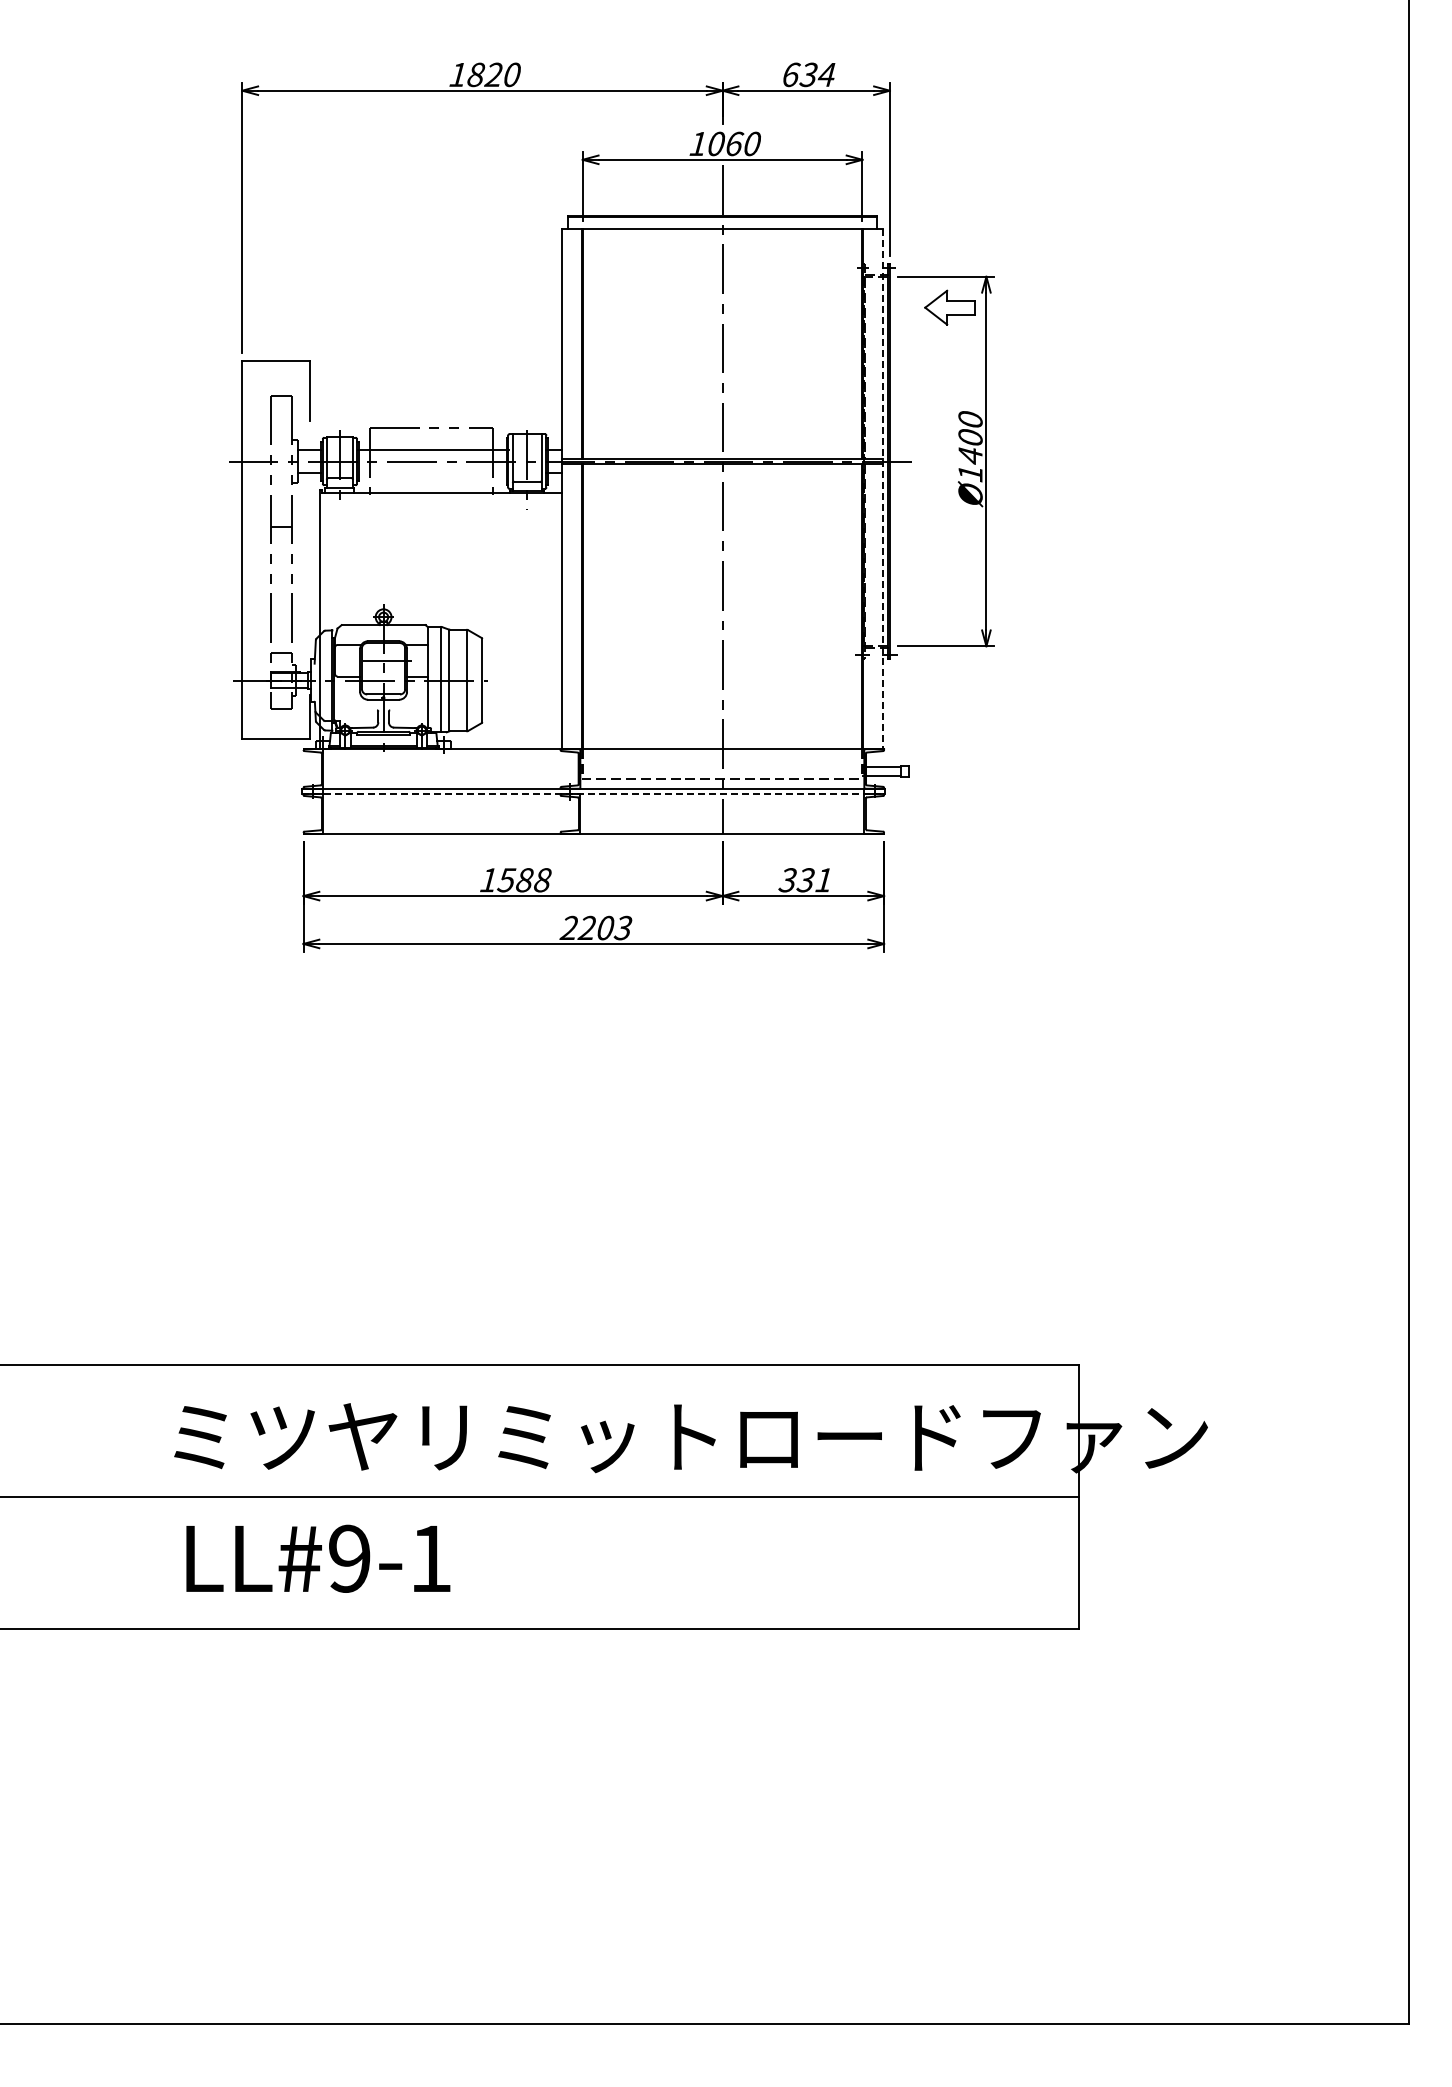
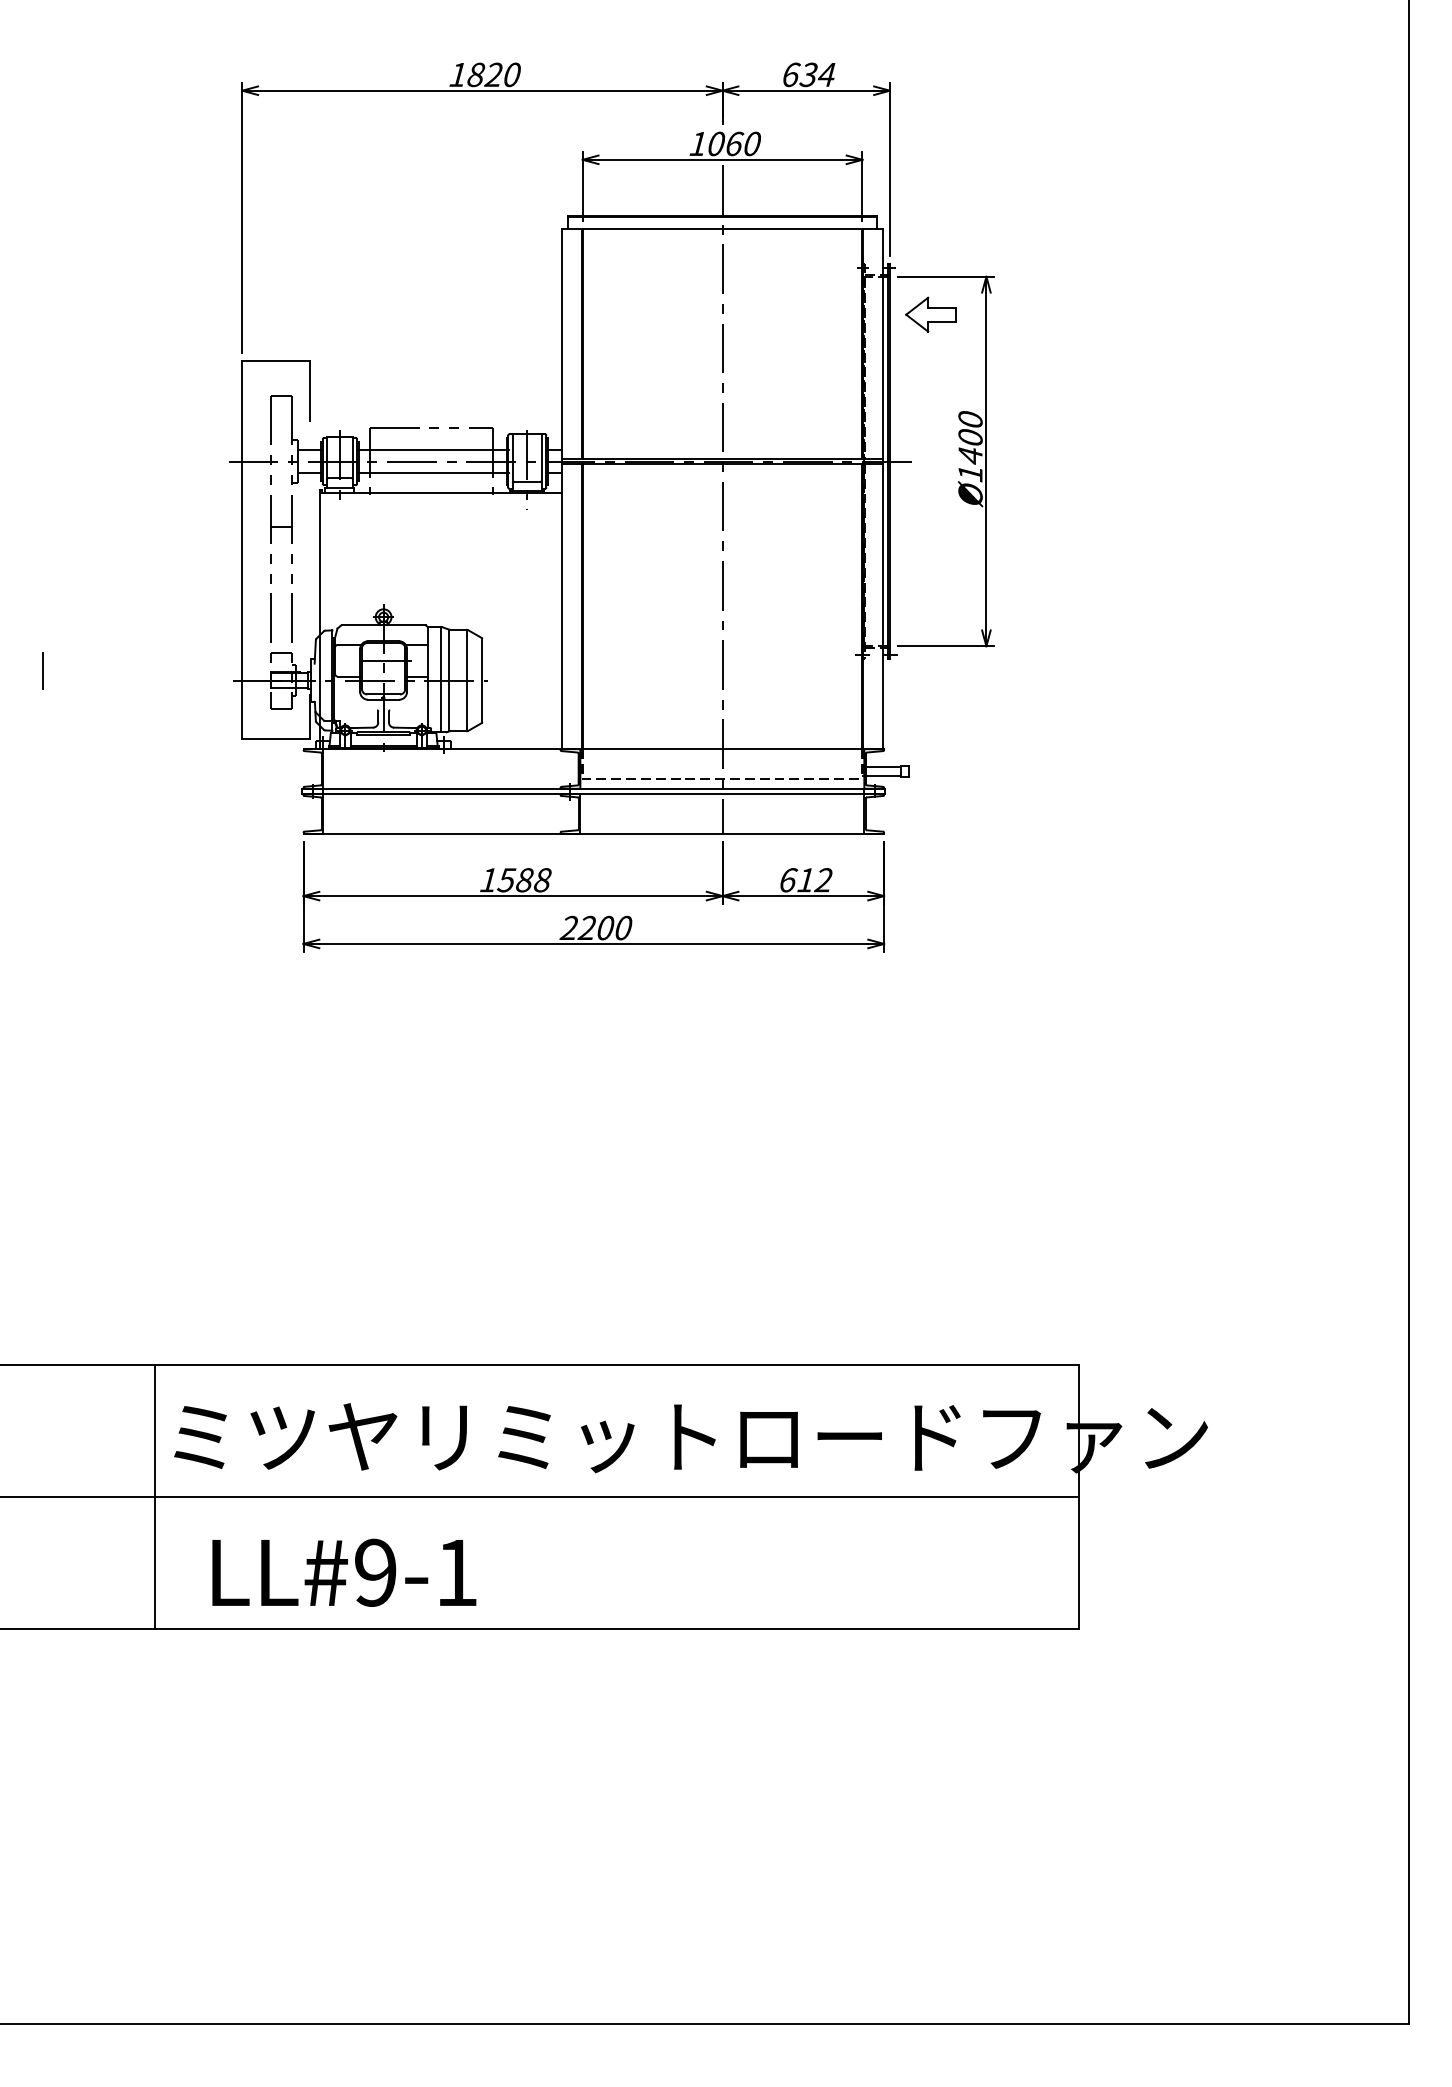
part at (949, 307) position: (949, 307) -> (930, 314)
line at (433, 473): none -> present
line at (883, 489): dashed -> solid
line at (43, 670): none -> present
line at (594, 794): dashed -> solid
text at (805, 880): 331 -> 612
text at (622, 928): 2203 -> 2200
line at (154, 1496): none -> present
text at (318, 1558) position: (318, 1558) -> (344, 1572)
